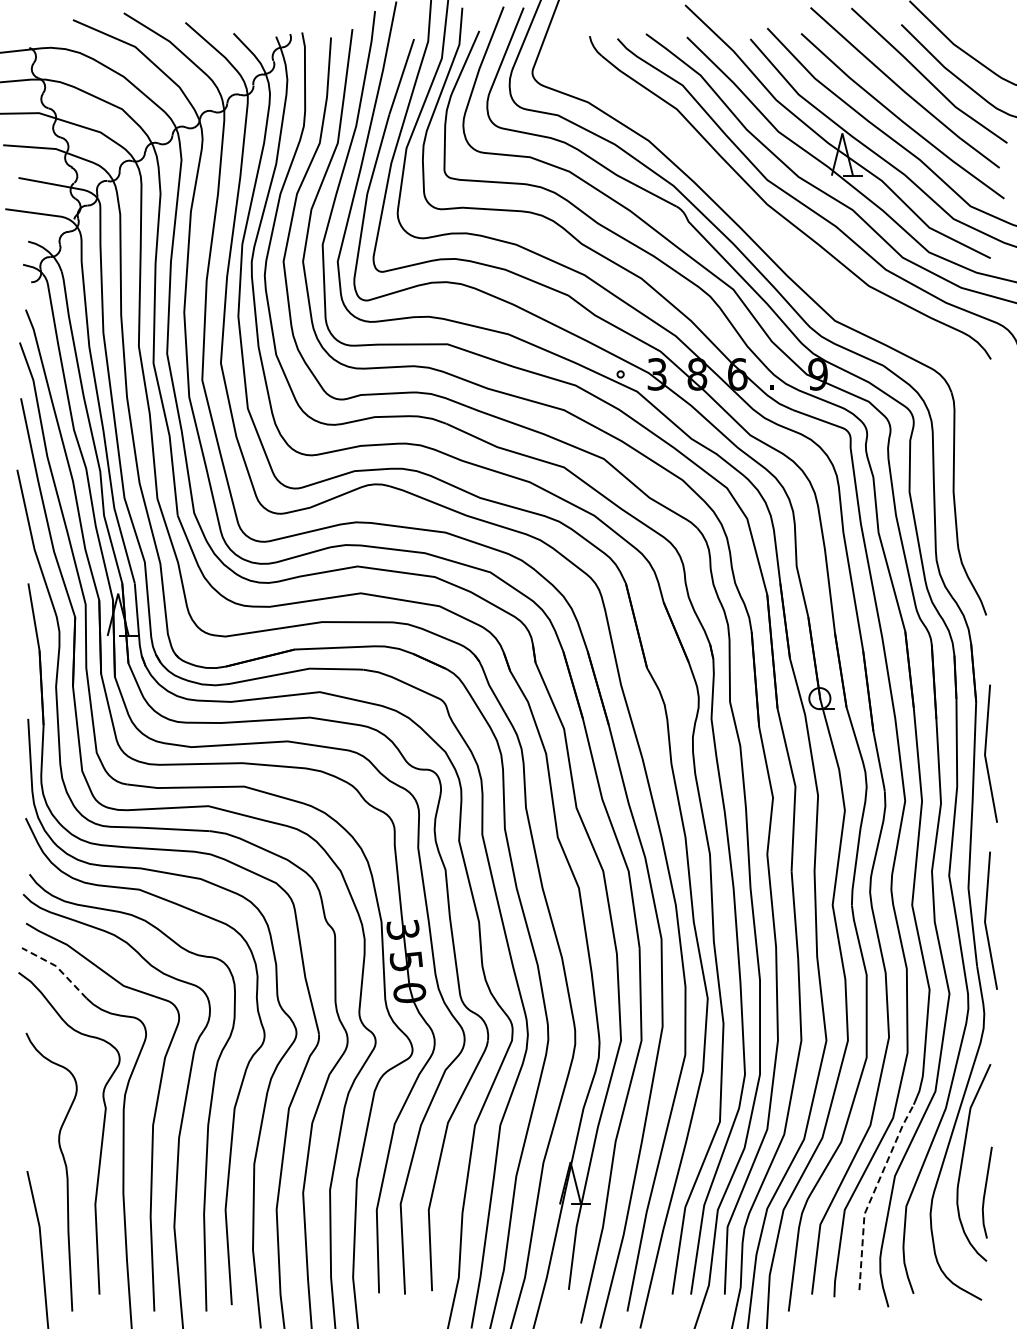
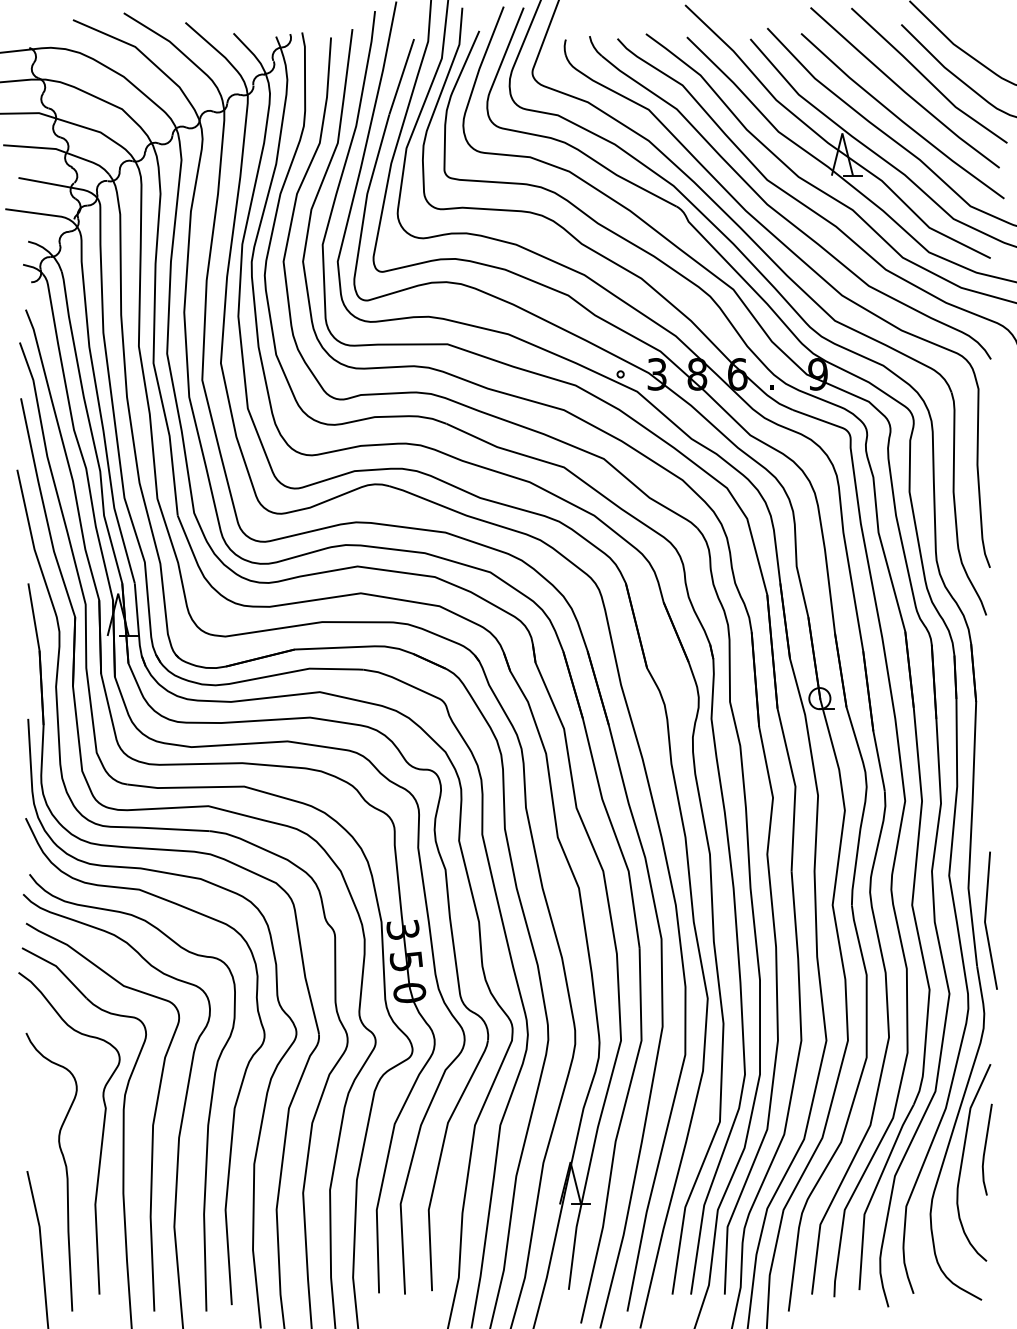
part at (810, 269): none -> present
line at (986, 752): present -> none
line at (57, 967): dashed -> solid
line at (985, 1192) position: (985, 1192) -> (985, 1149)
line at (873, 1193): dashed -> solid
